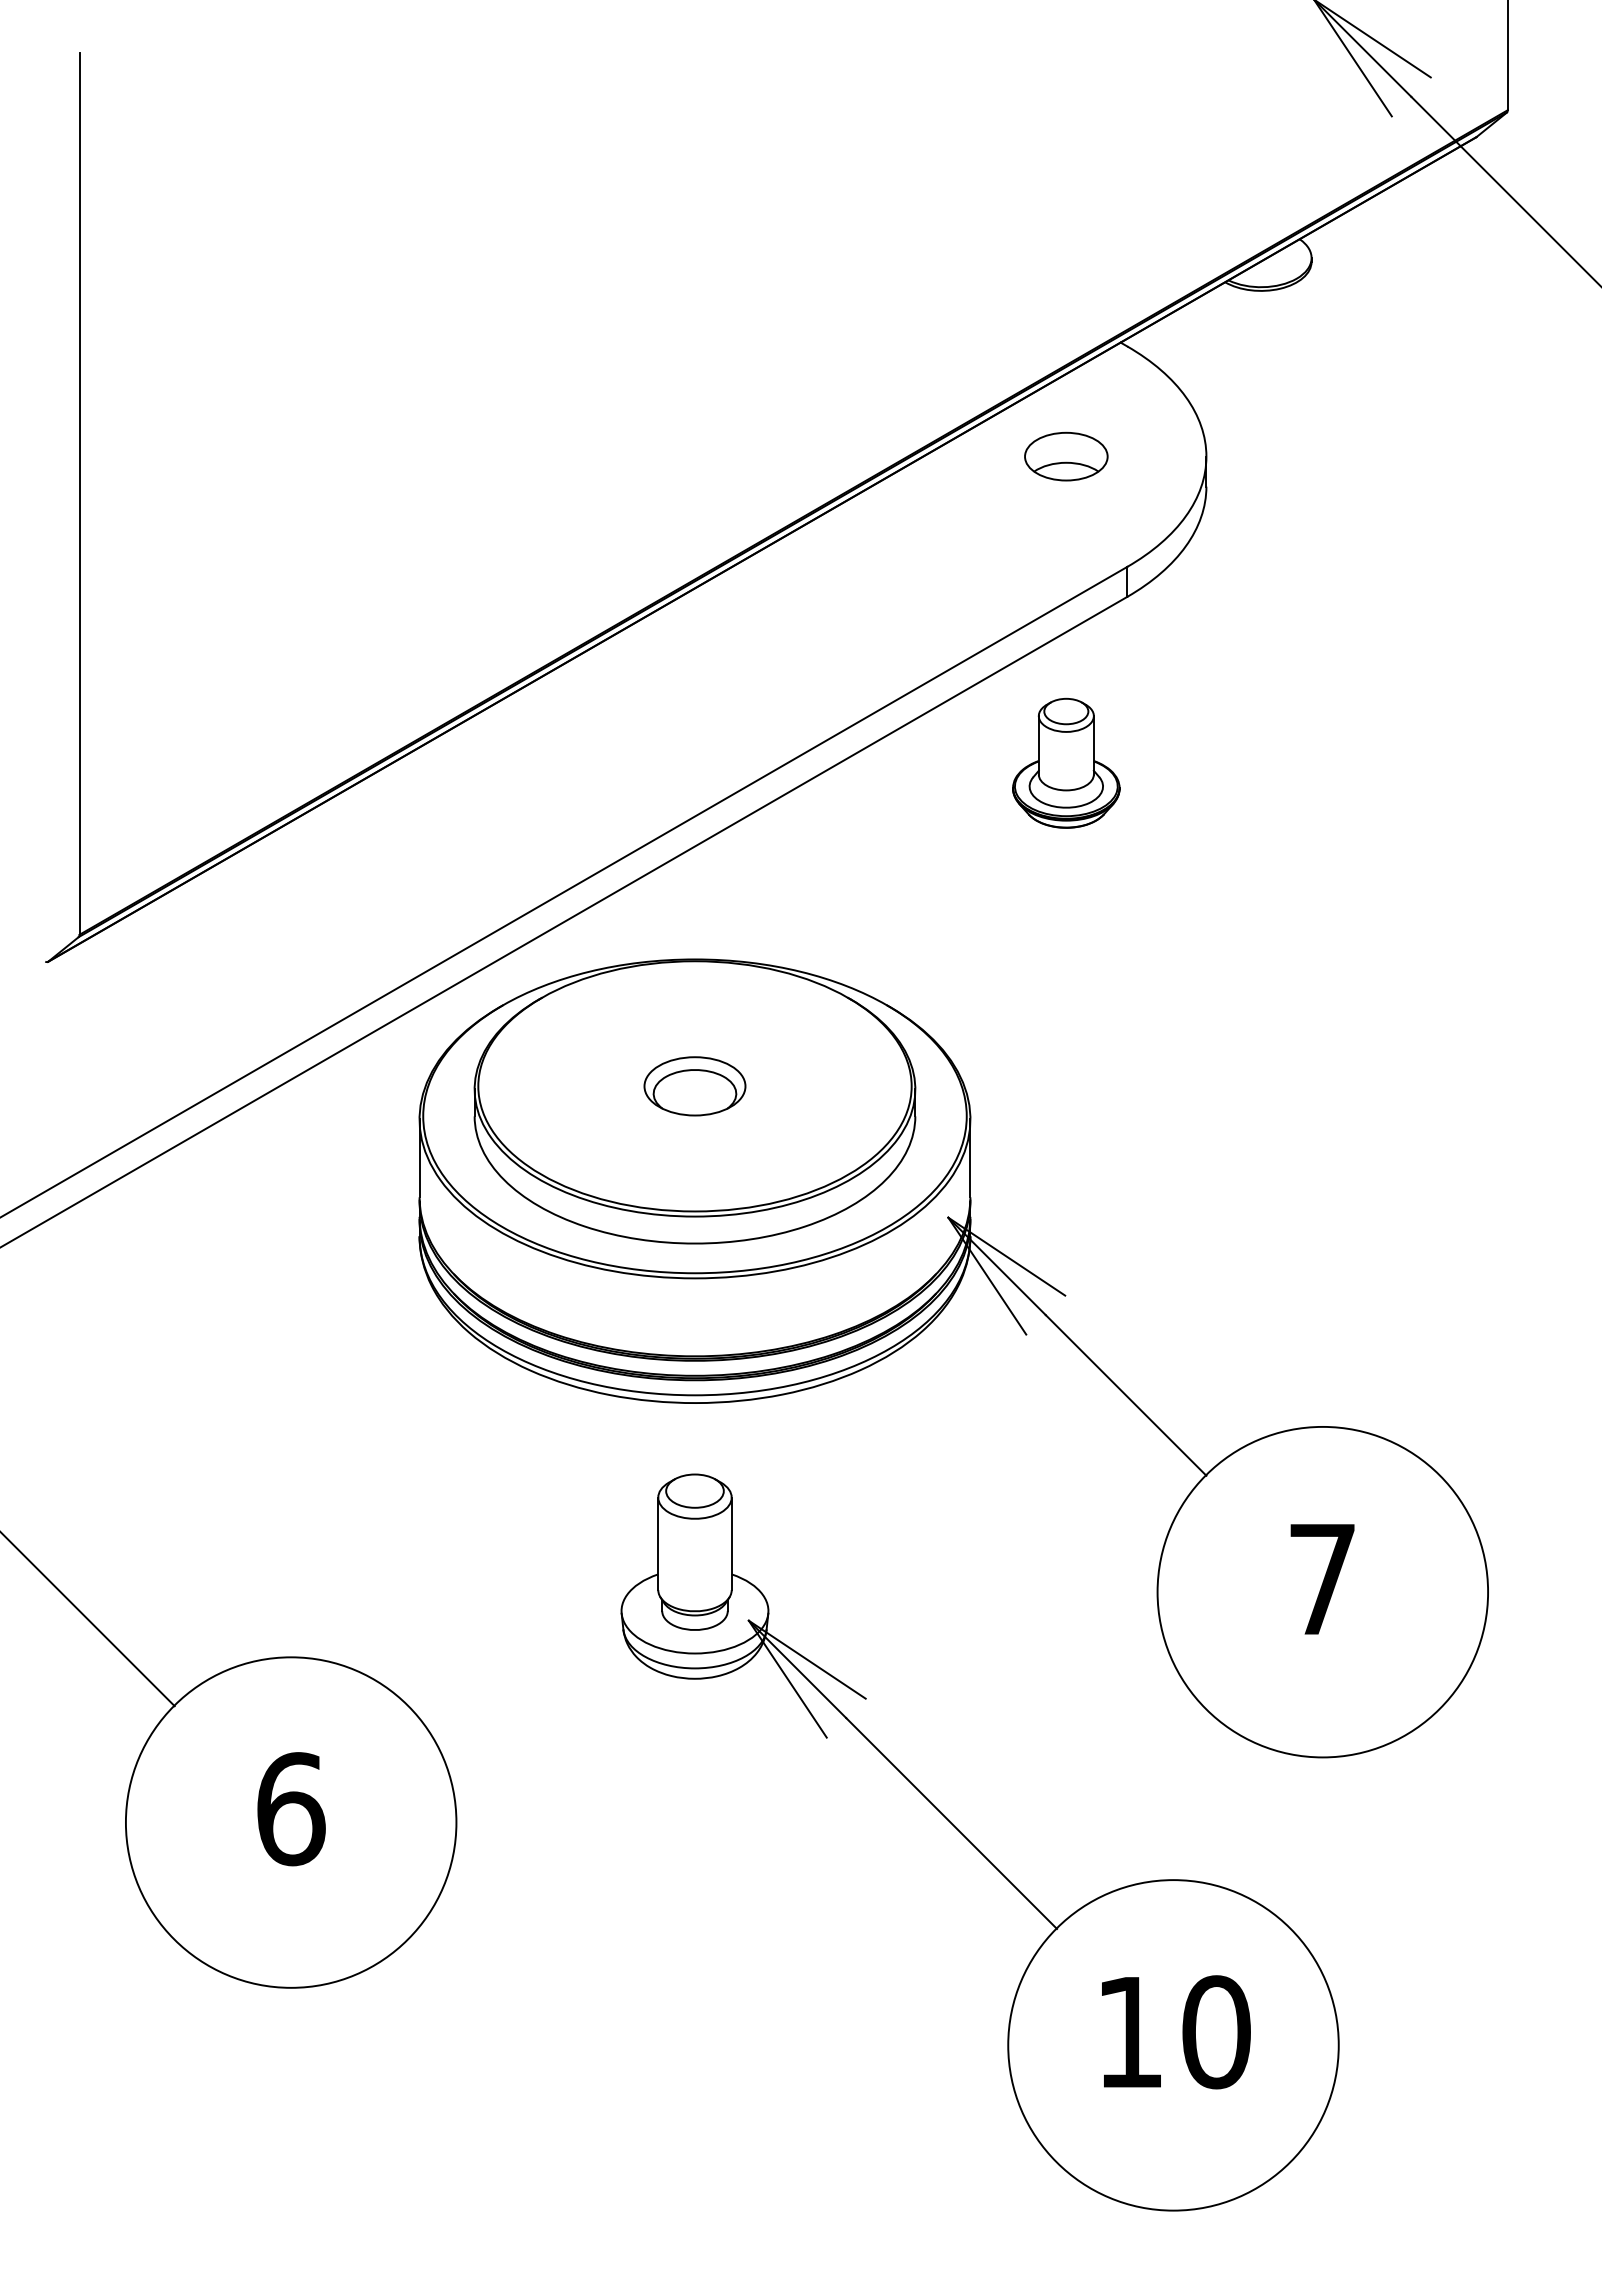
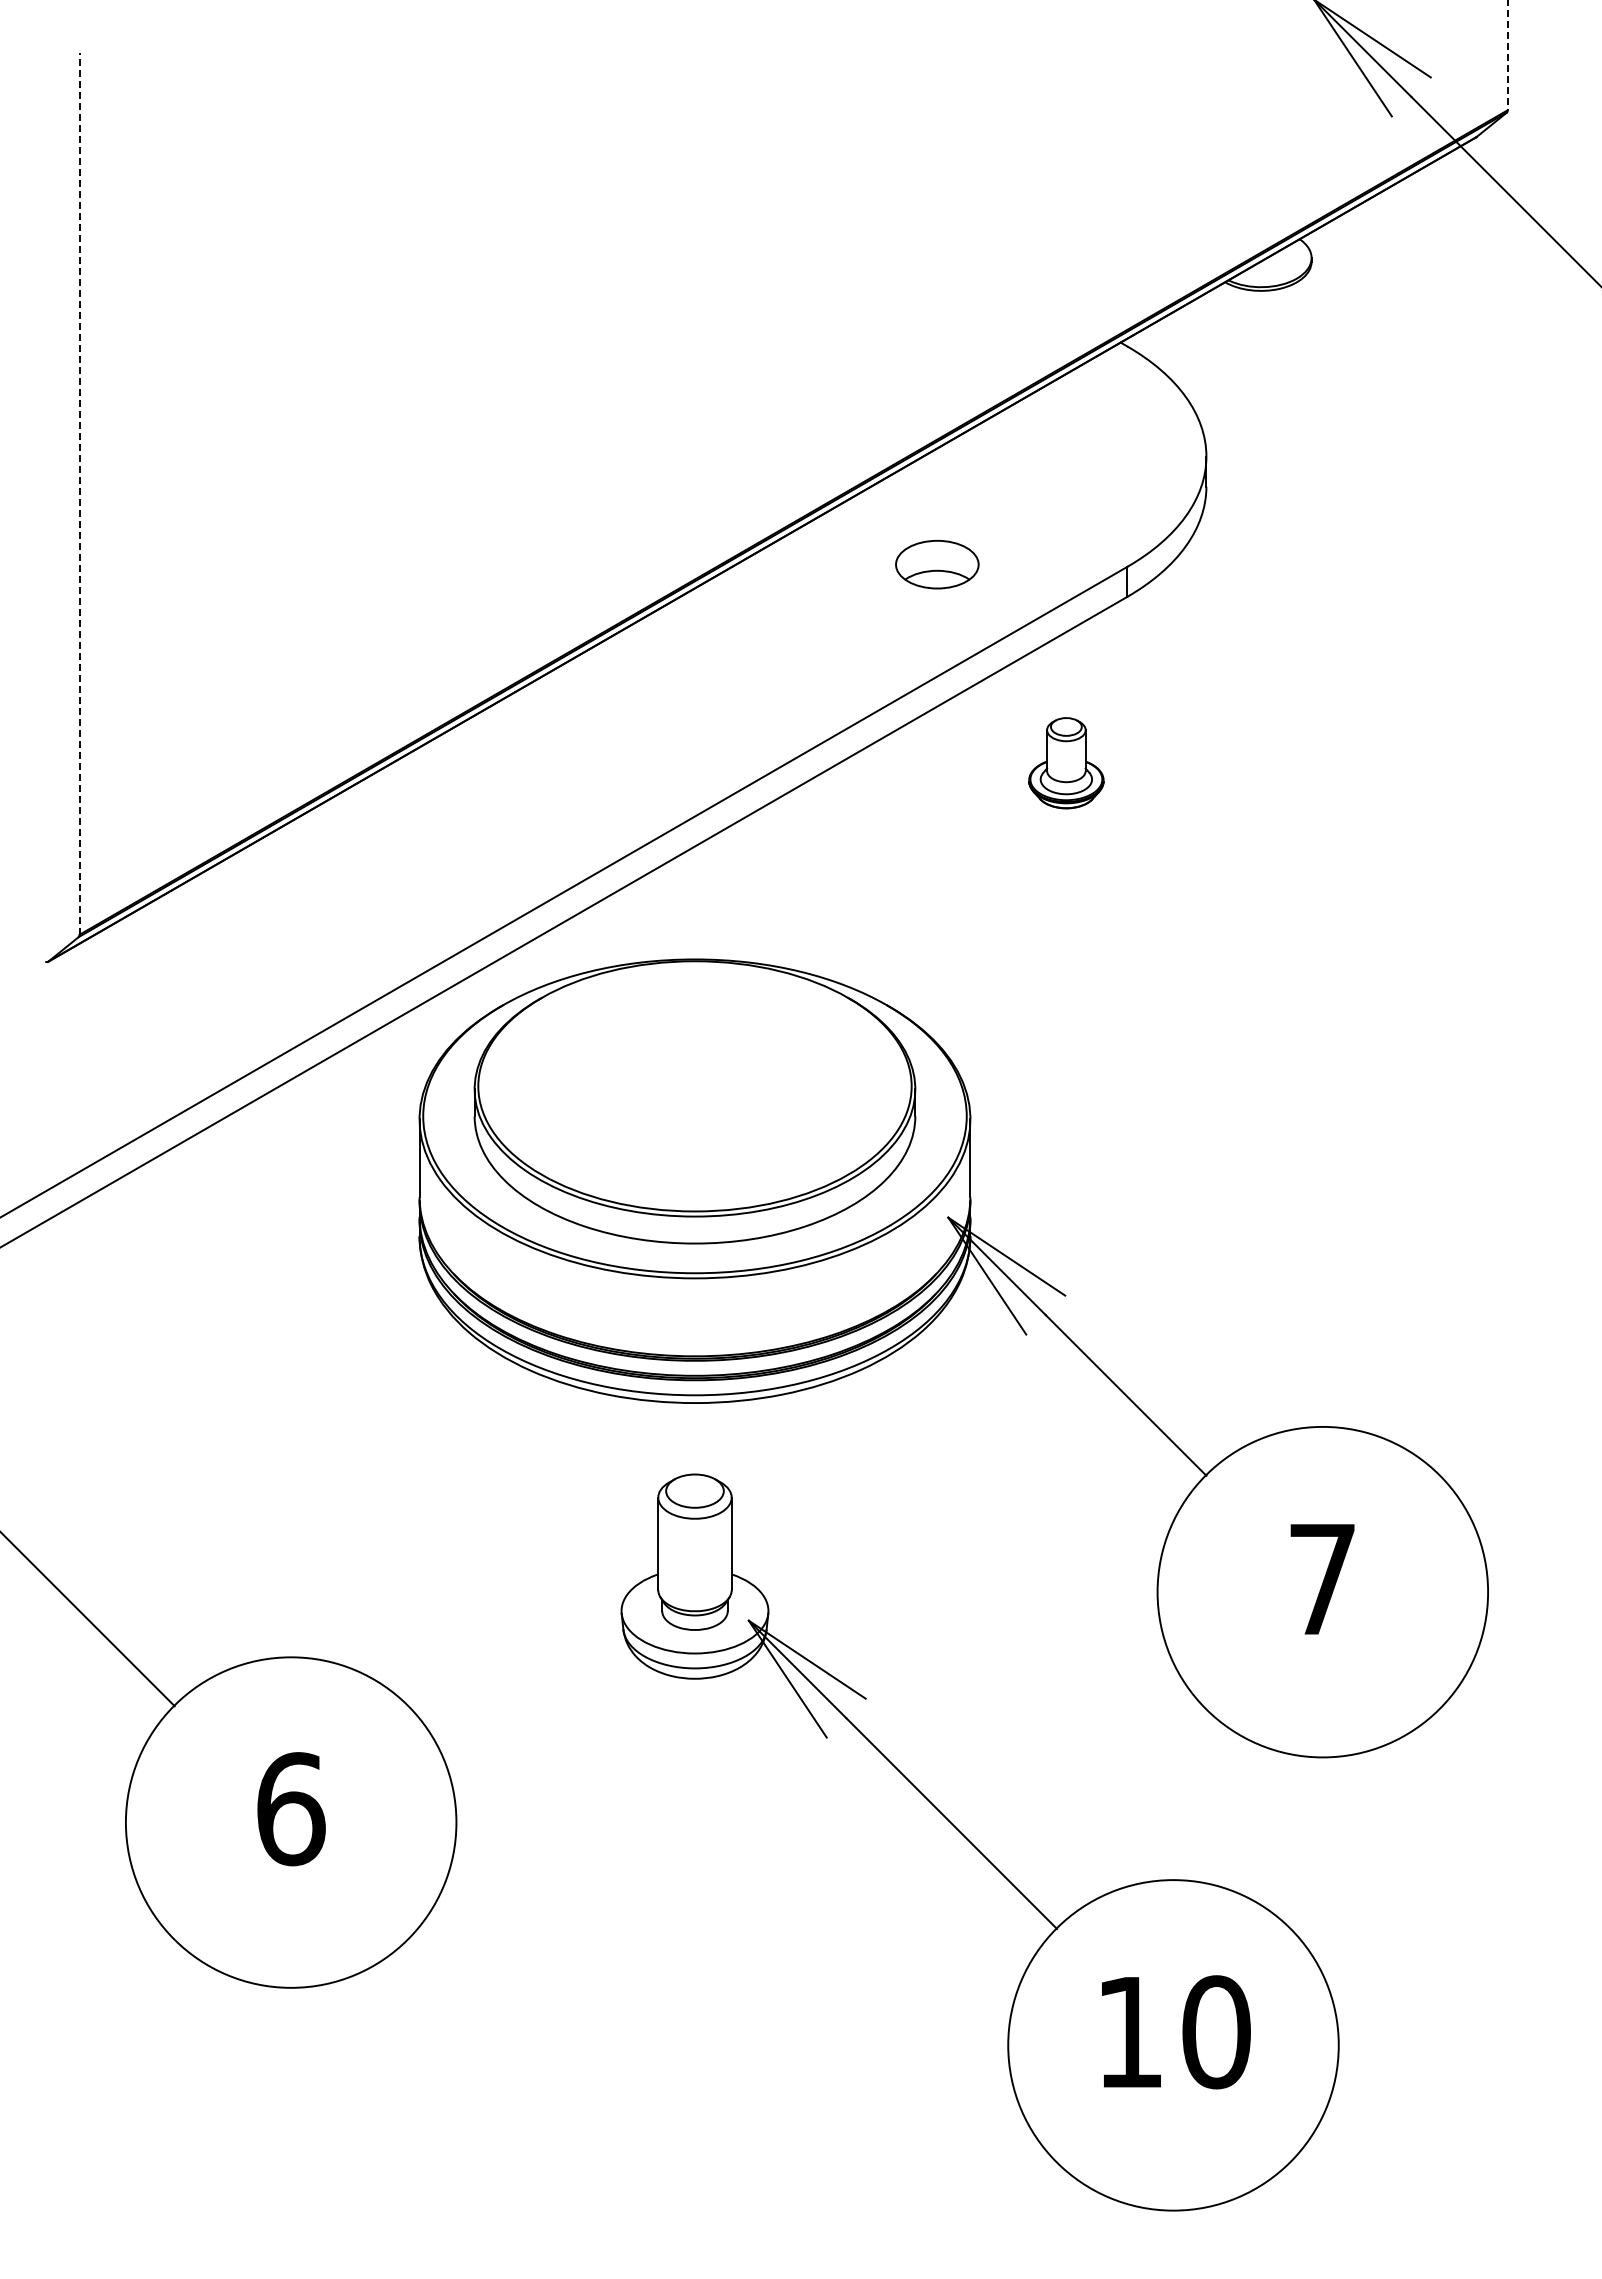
line at (1507, 55): solid -> dashed
part at (1066, 456) position: (1066, 456) -> (937, 564)
line at (79, 494): solid -> dashed
part at (1066, 762) size: 109x132 px -> 77x93 px
part at (694, 1086): present -> none
